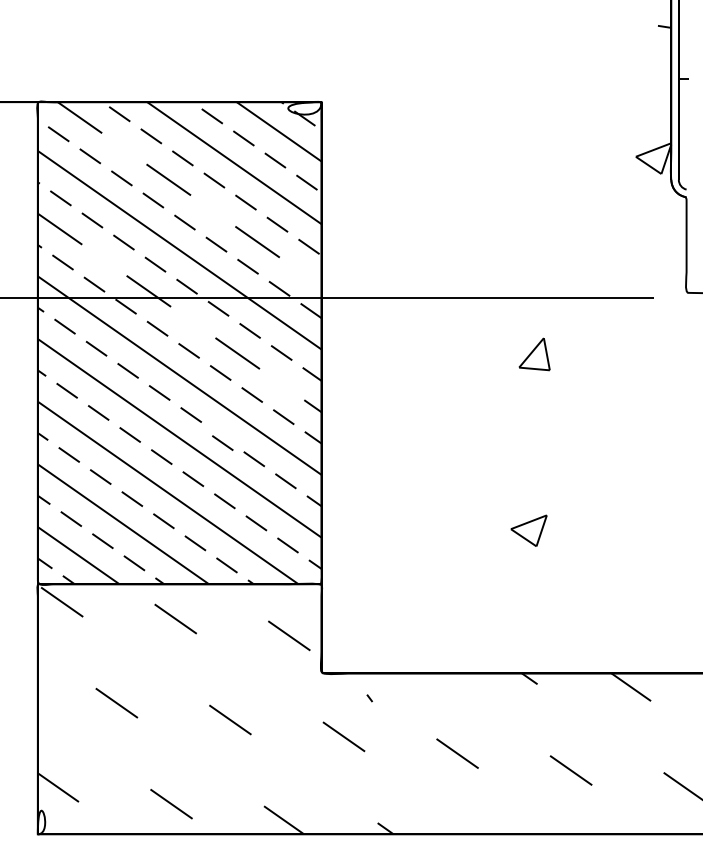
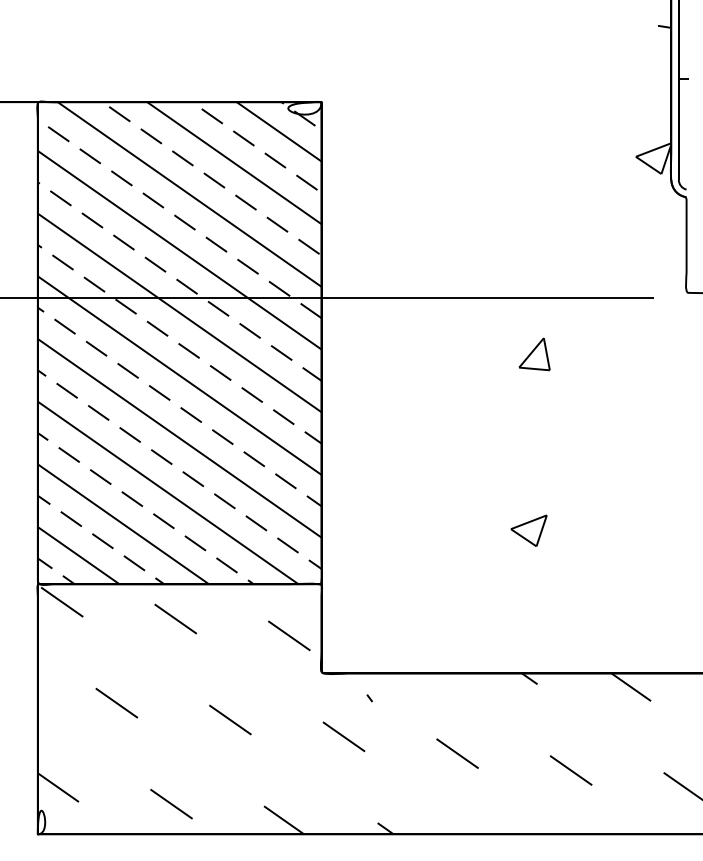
line at (190, 194): dashed -> solid
line at (180, 313): dashed -> solid
line at (222, 442) position: (222, 442) -> (222, 436)
